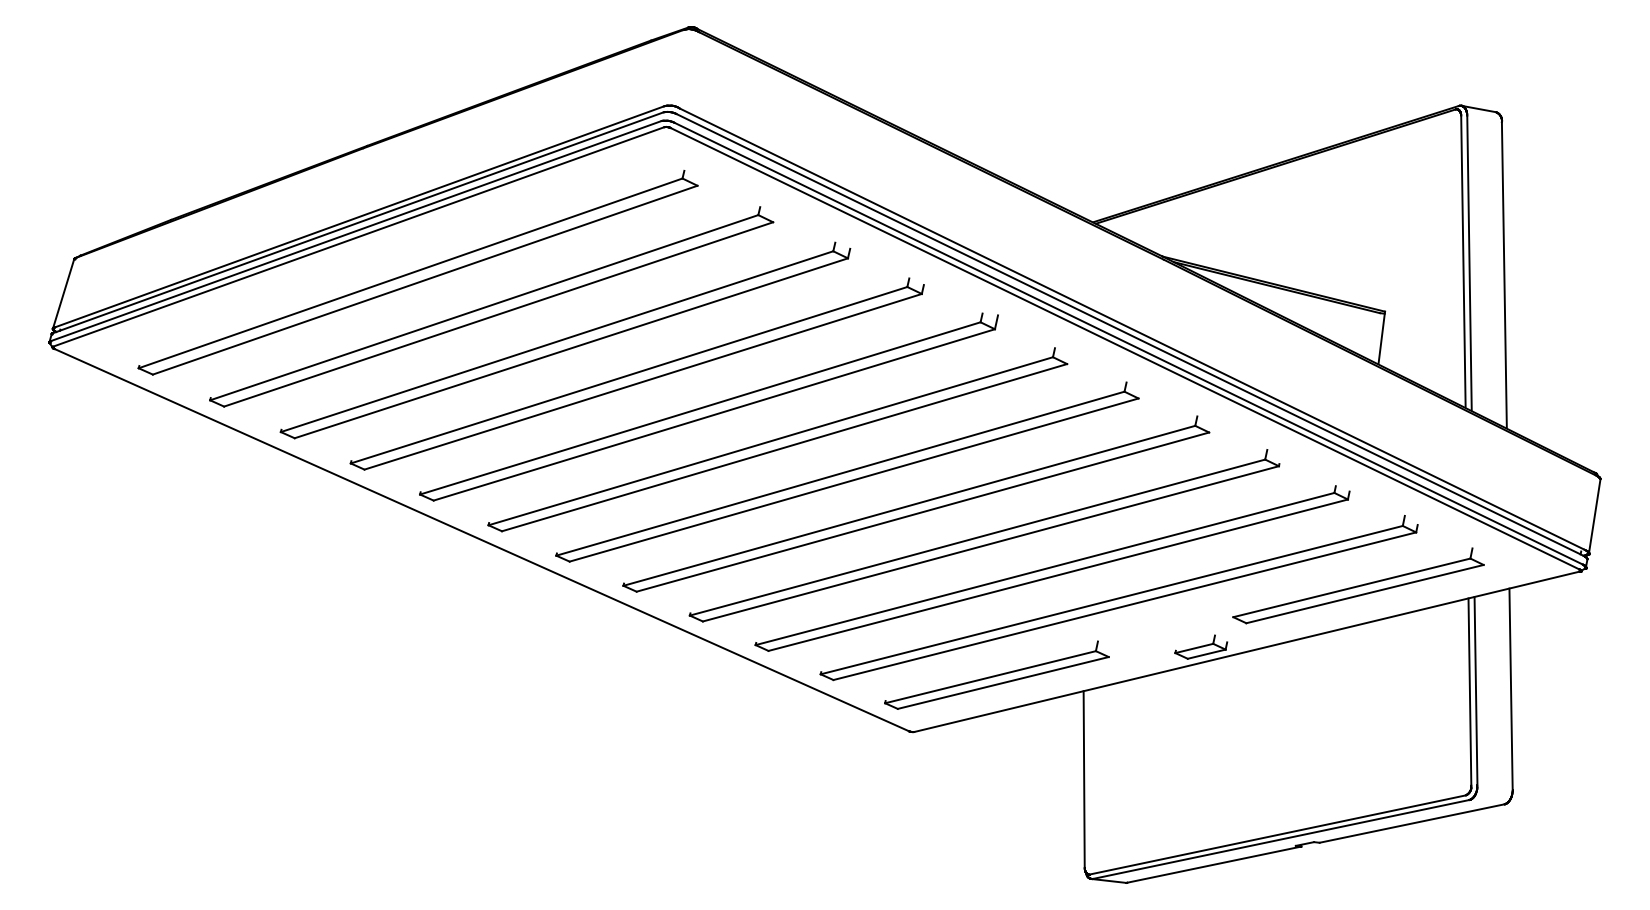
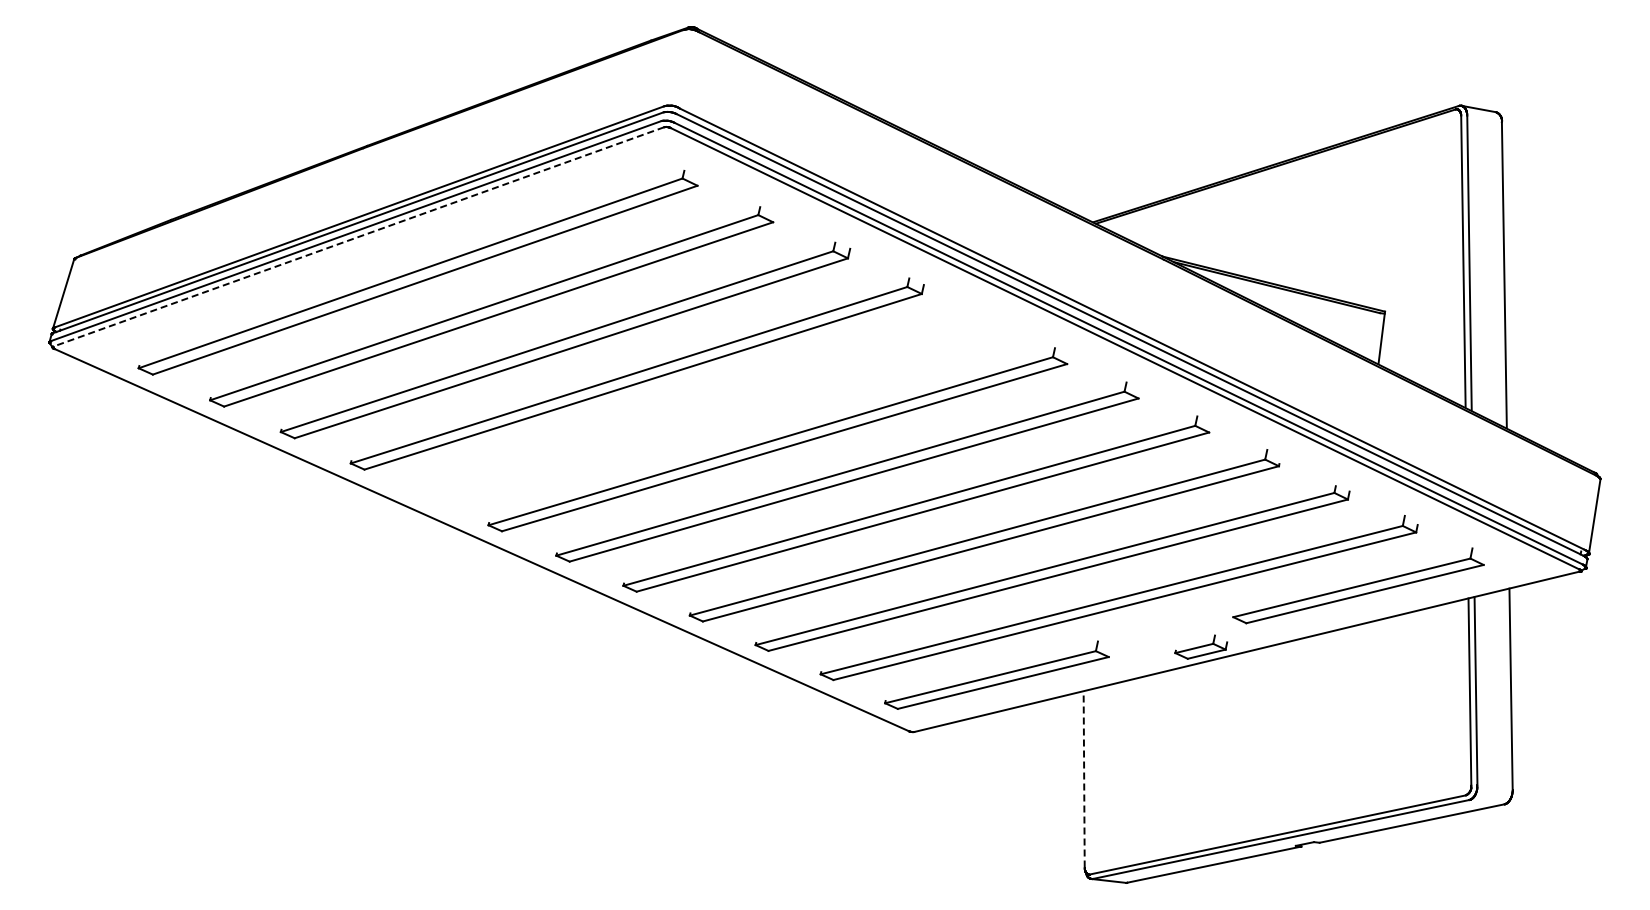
line at (358, 236): solid -> dashed
part at (708, 406): present -> none
line at (1084, 778): solid -> dashed
